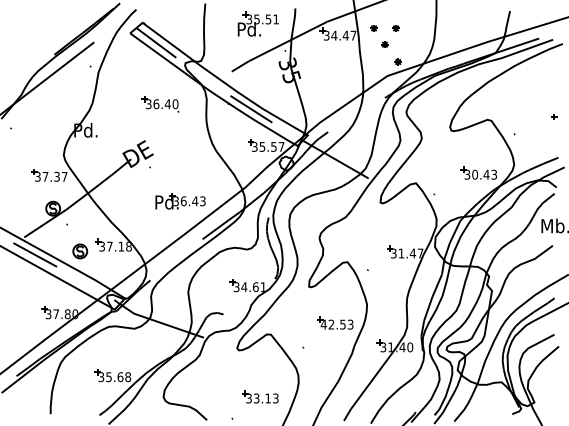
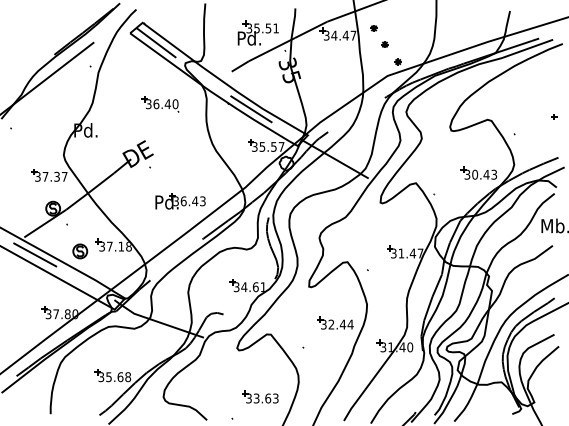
part at (257, 23) position: (257, 23) -> (257, 32)
part at (395, 28): present -> none
text at (336, 324): 42.53 -> 32.44
text at (268, 398): 33.13 -> 33.63
